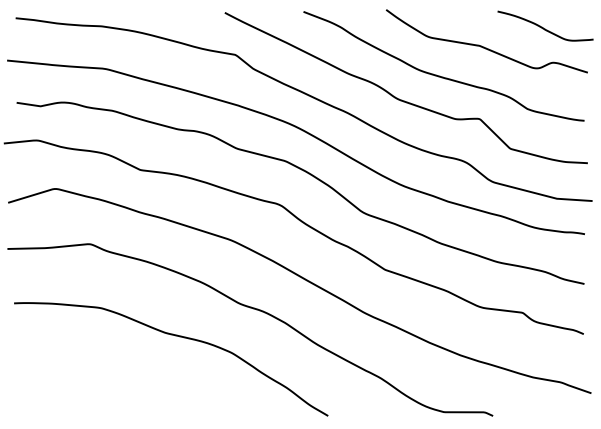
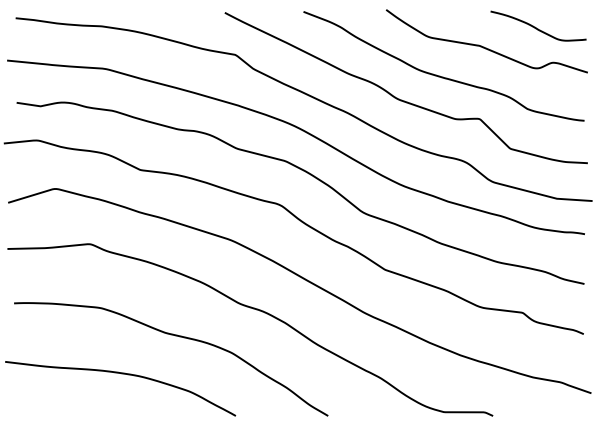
curve at (543, 27) position: (543, 27) -> (536, 27)
curve at (121, 374): none -> present
